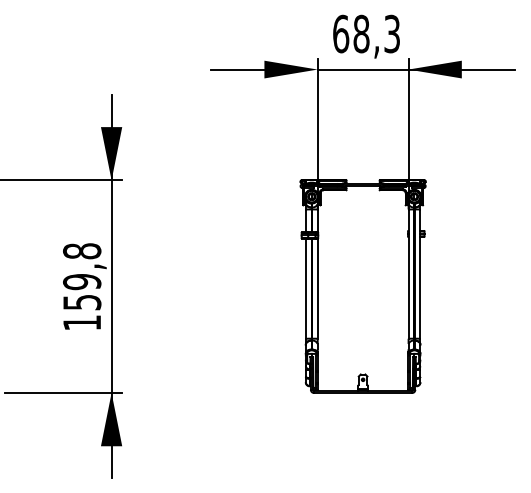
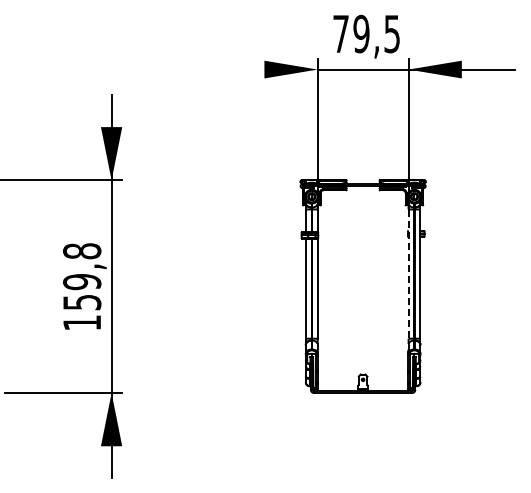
text at (366, 33): 68,3 -> 79,5
line at (237, 69): present -> none
line at (408, 274): solid -> dashed
